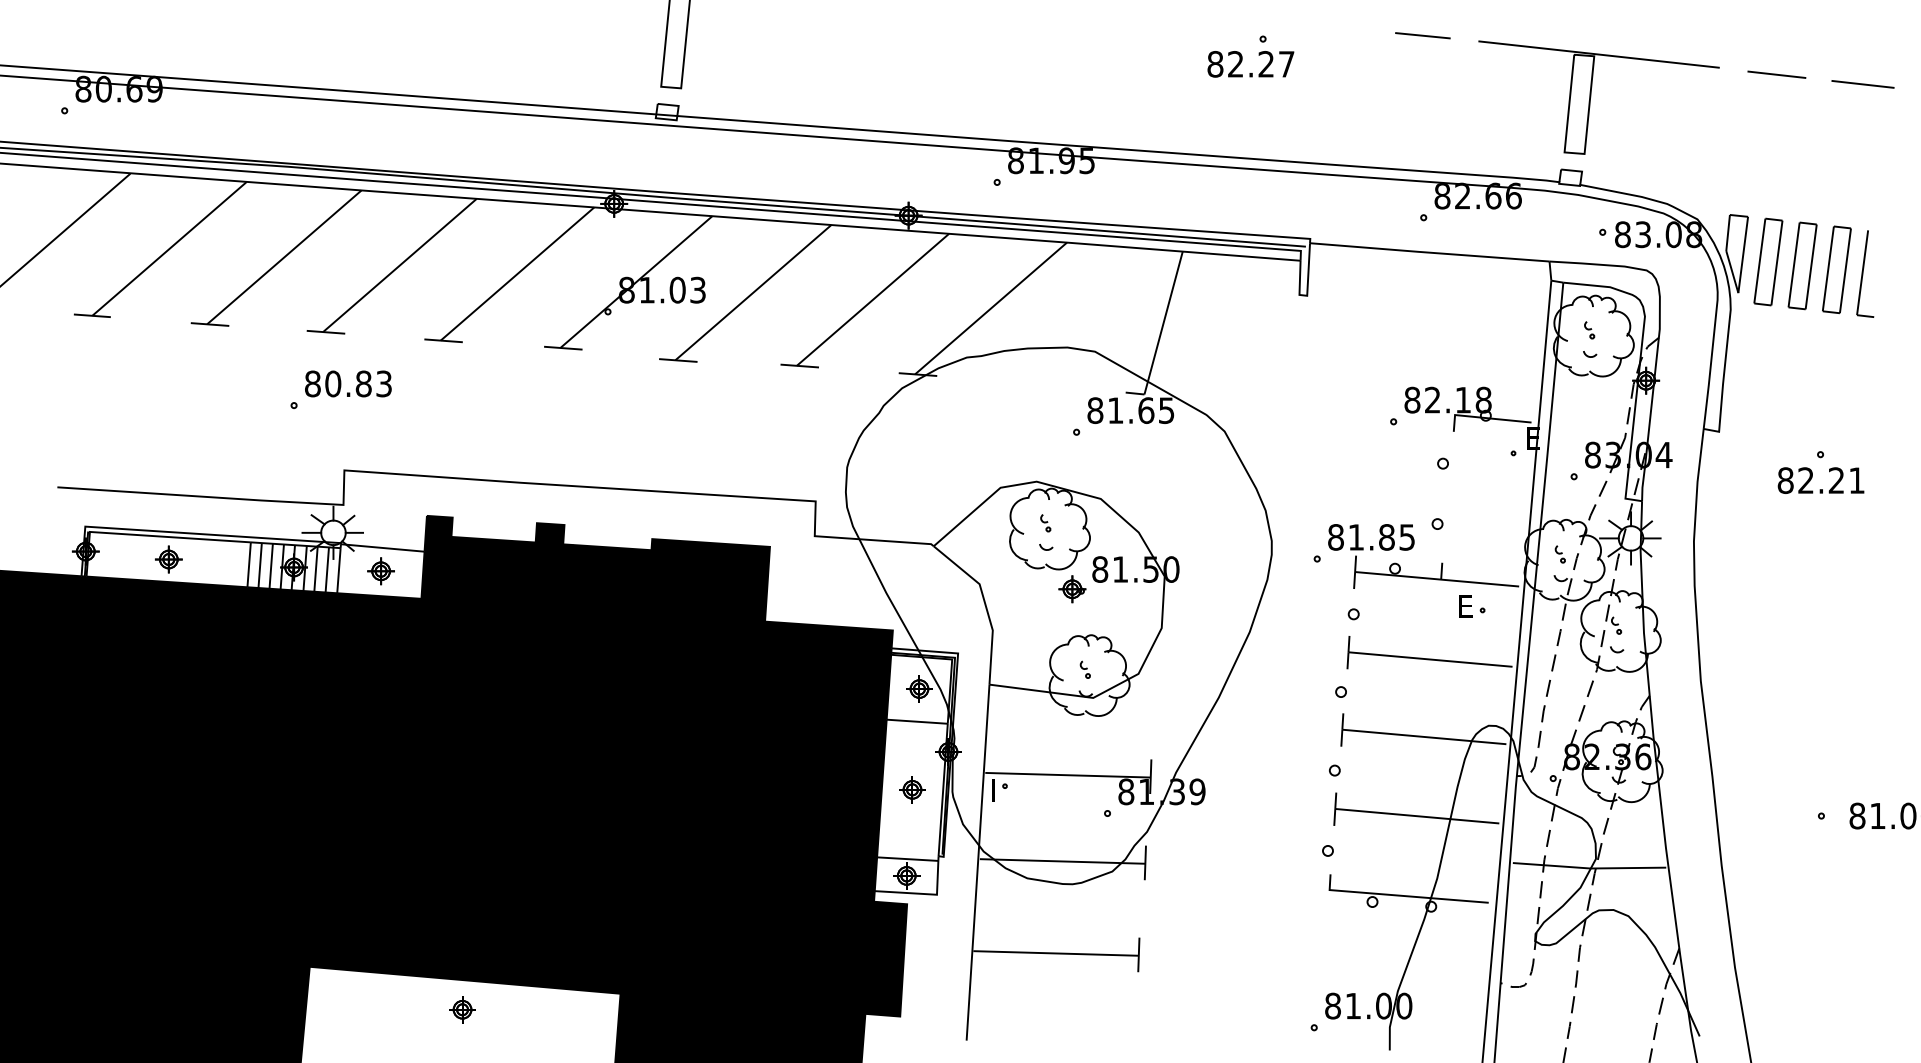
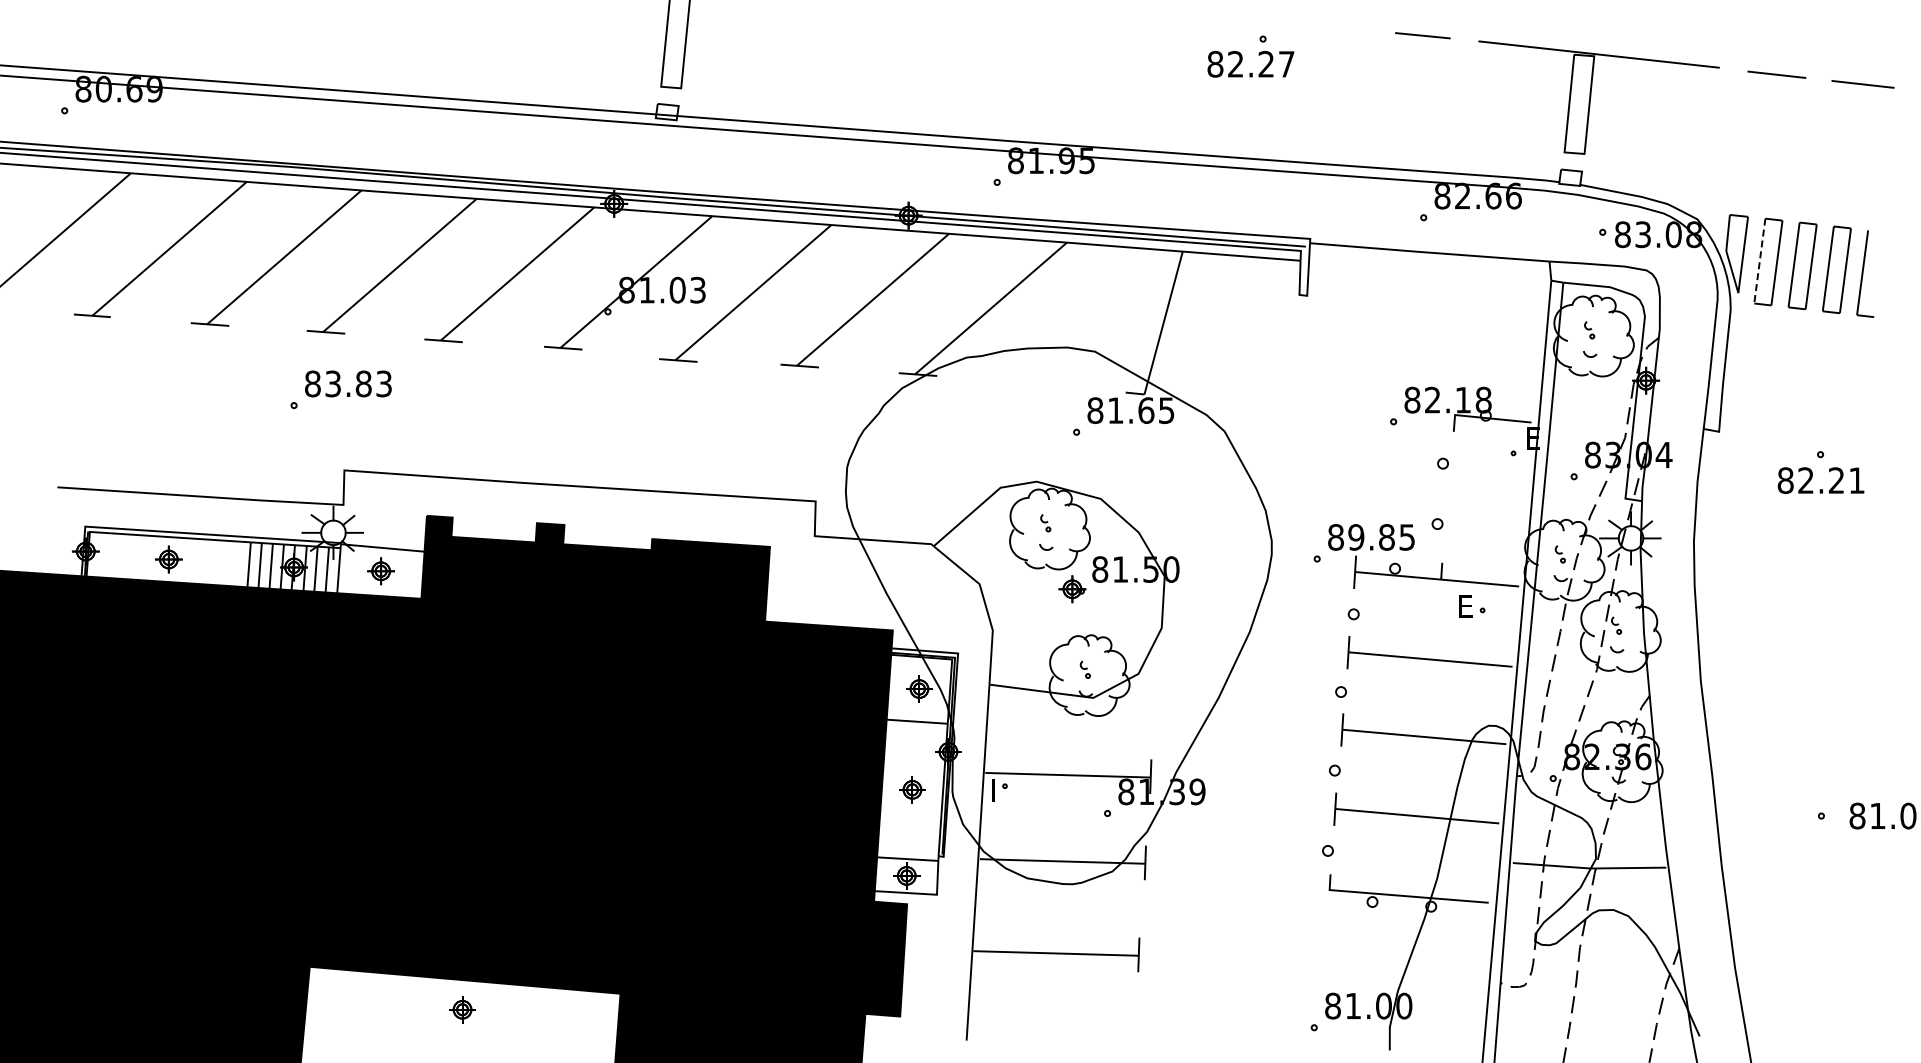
line at (1759, 261): solid -> dashed
text at (333, 383): 80.83 -> 83.83
text at (1356, 537): 81.85 -> 89.85
